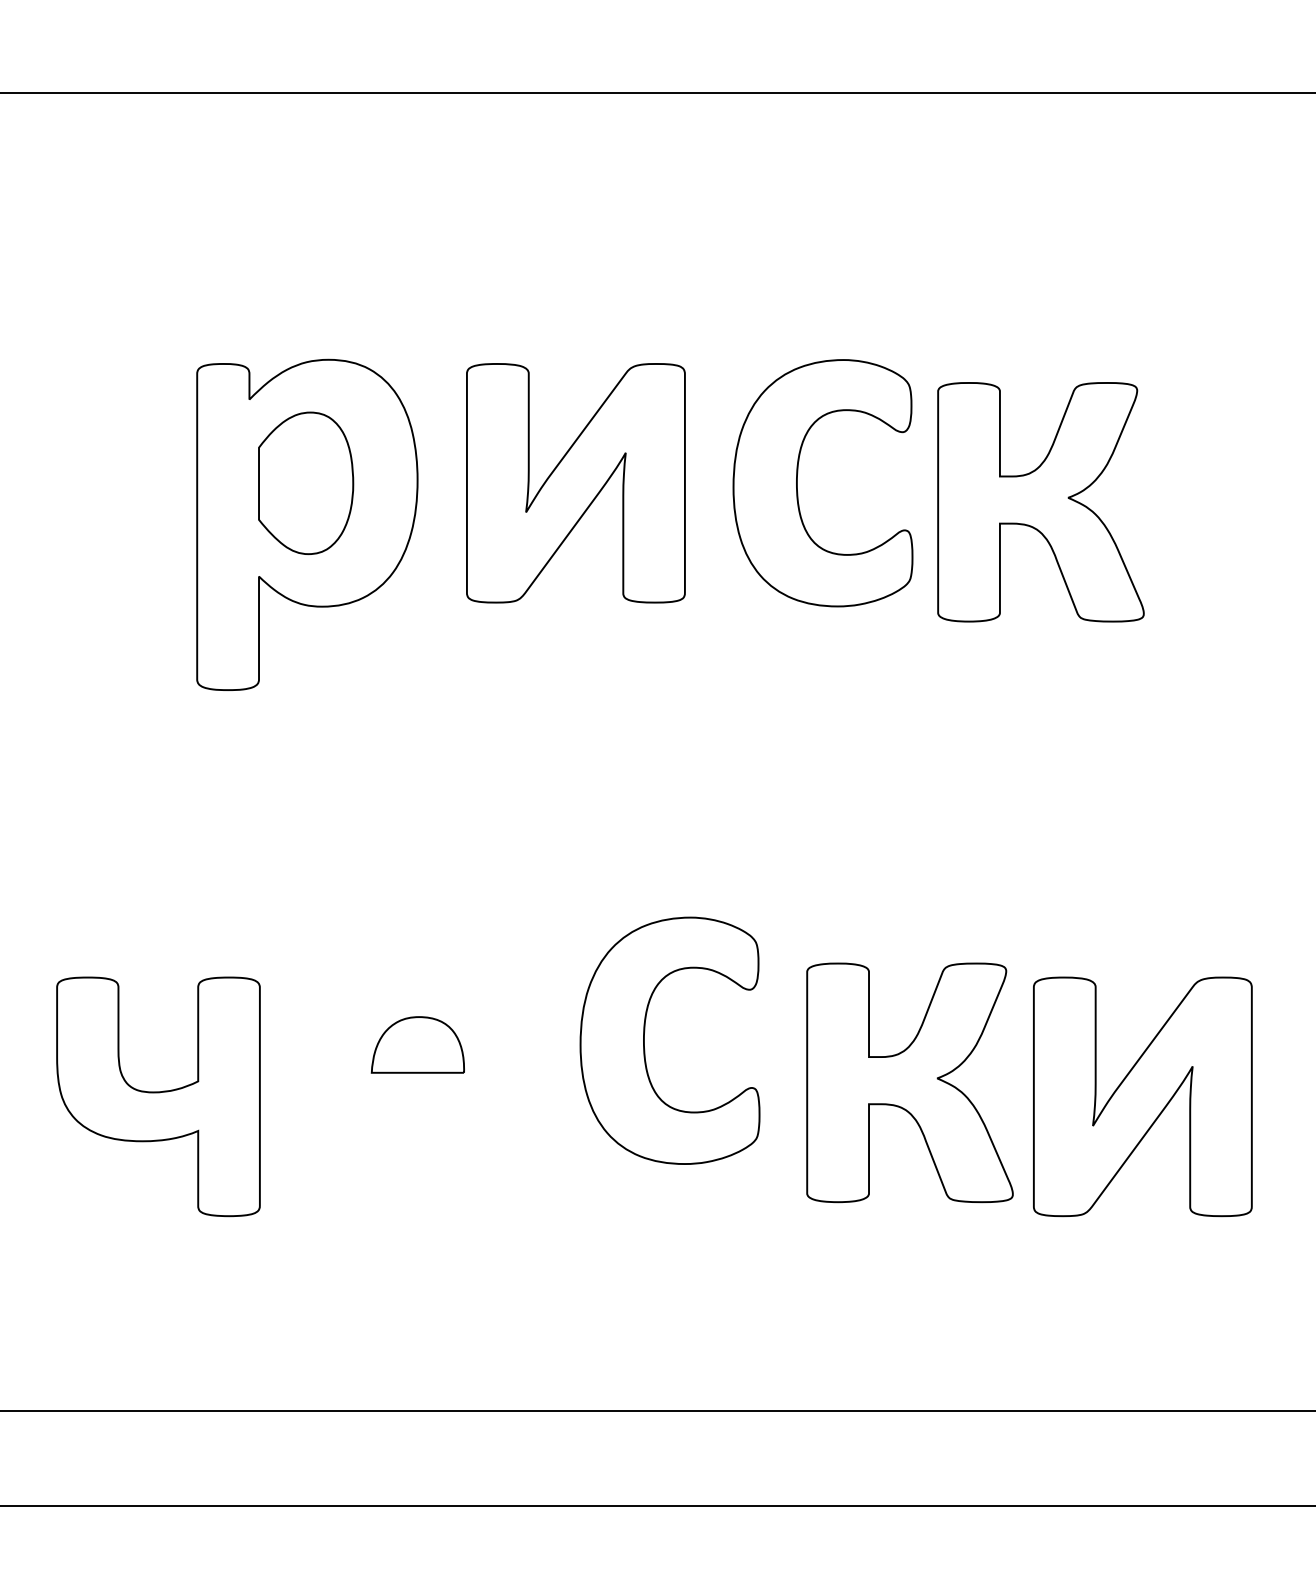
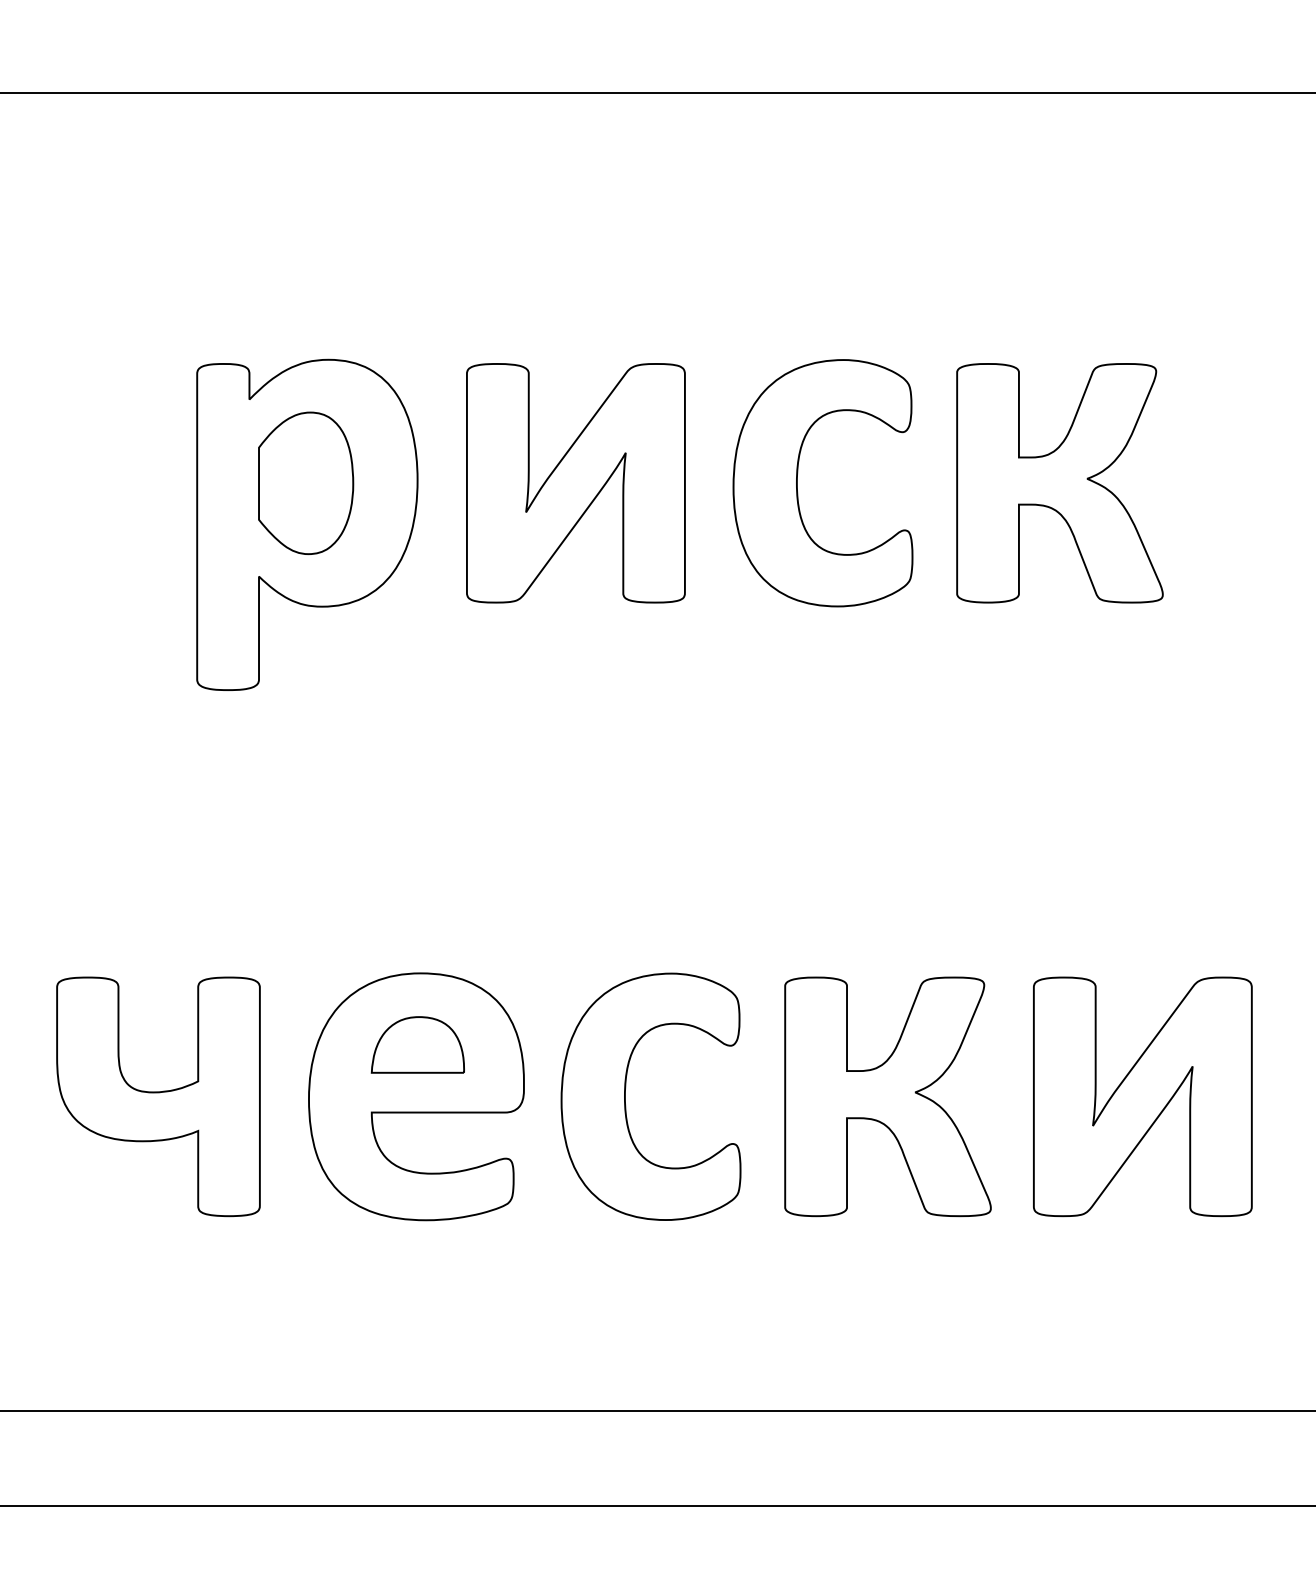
part at (1040, 502) position: (1040, 502) -> (1059, 483)
part at (644, 1040) position: (644, 1040) -> (625, 1096)
part at (909, 1082) position: (909, 1082) -> (887, 1096)
part at (416, 1096): none -> present
